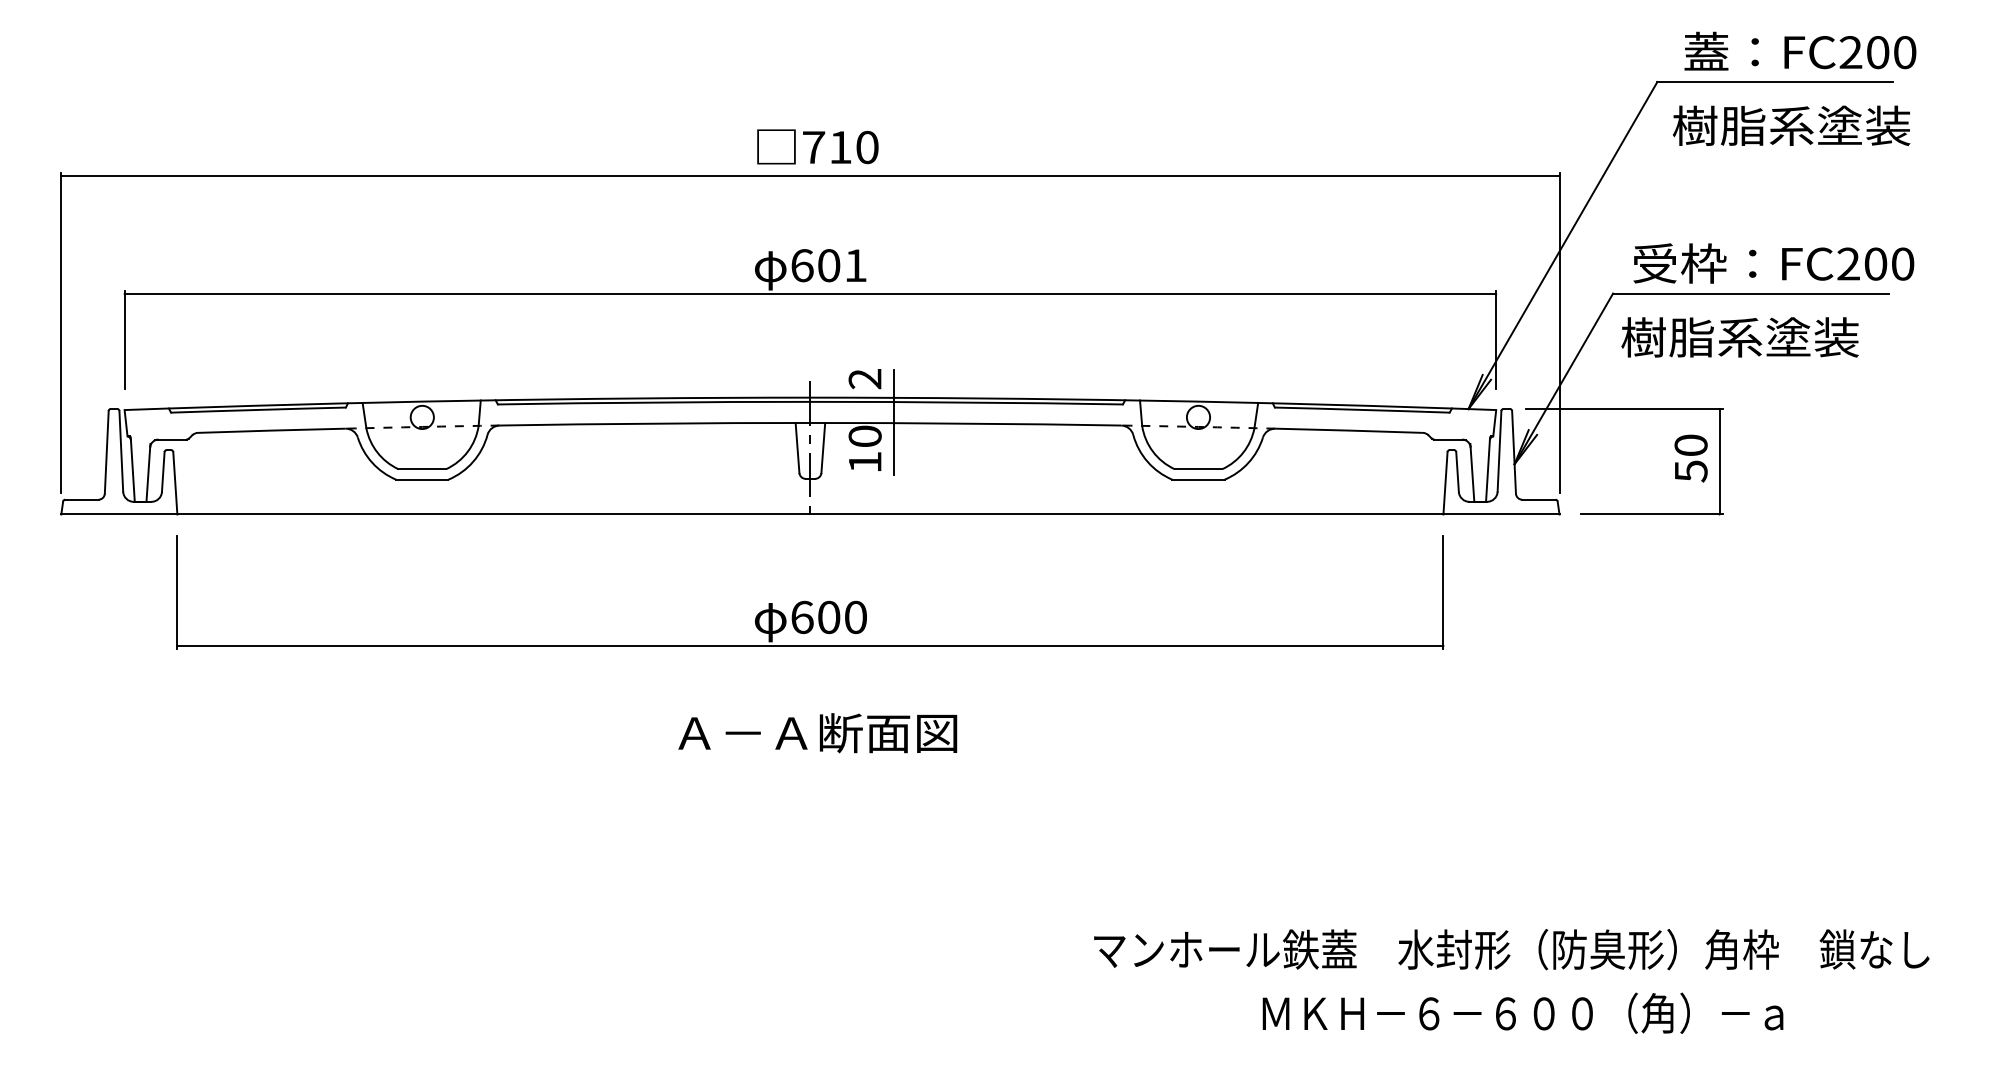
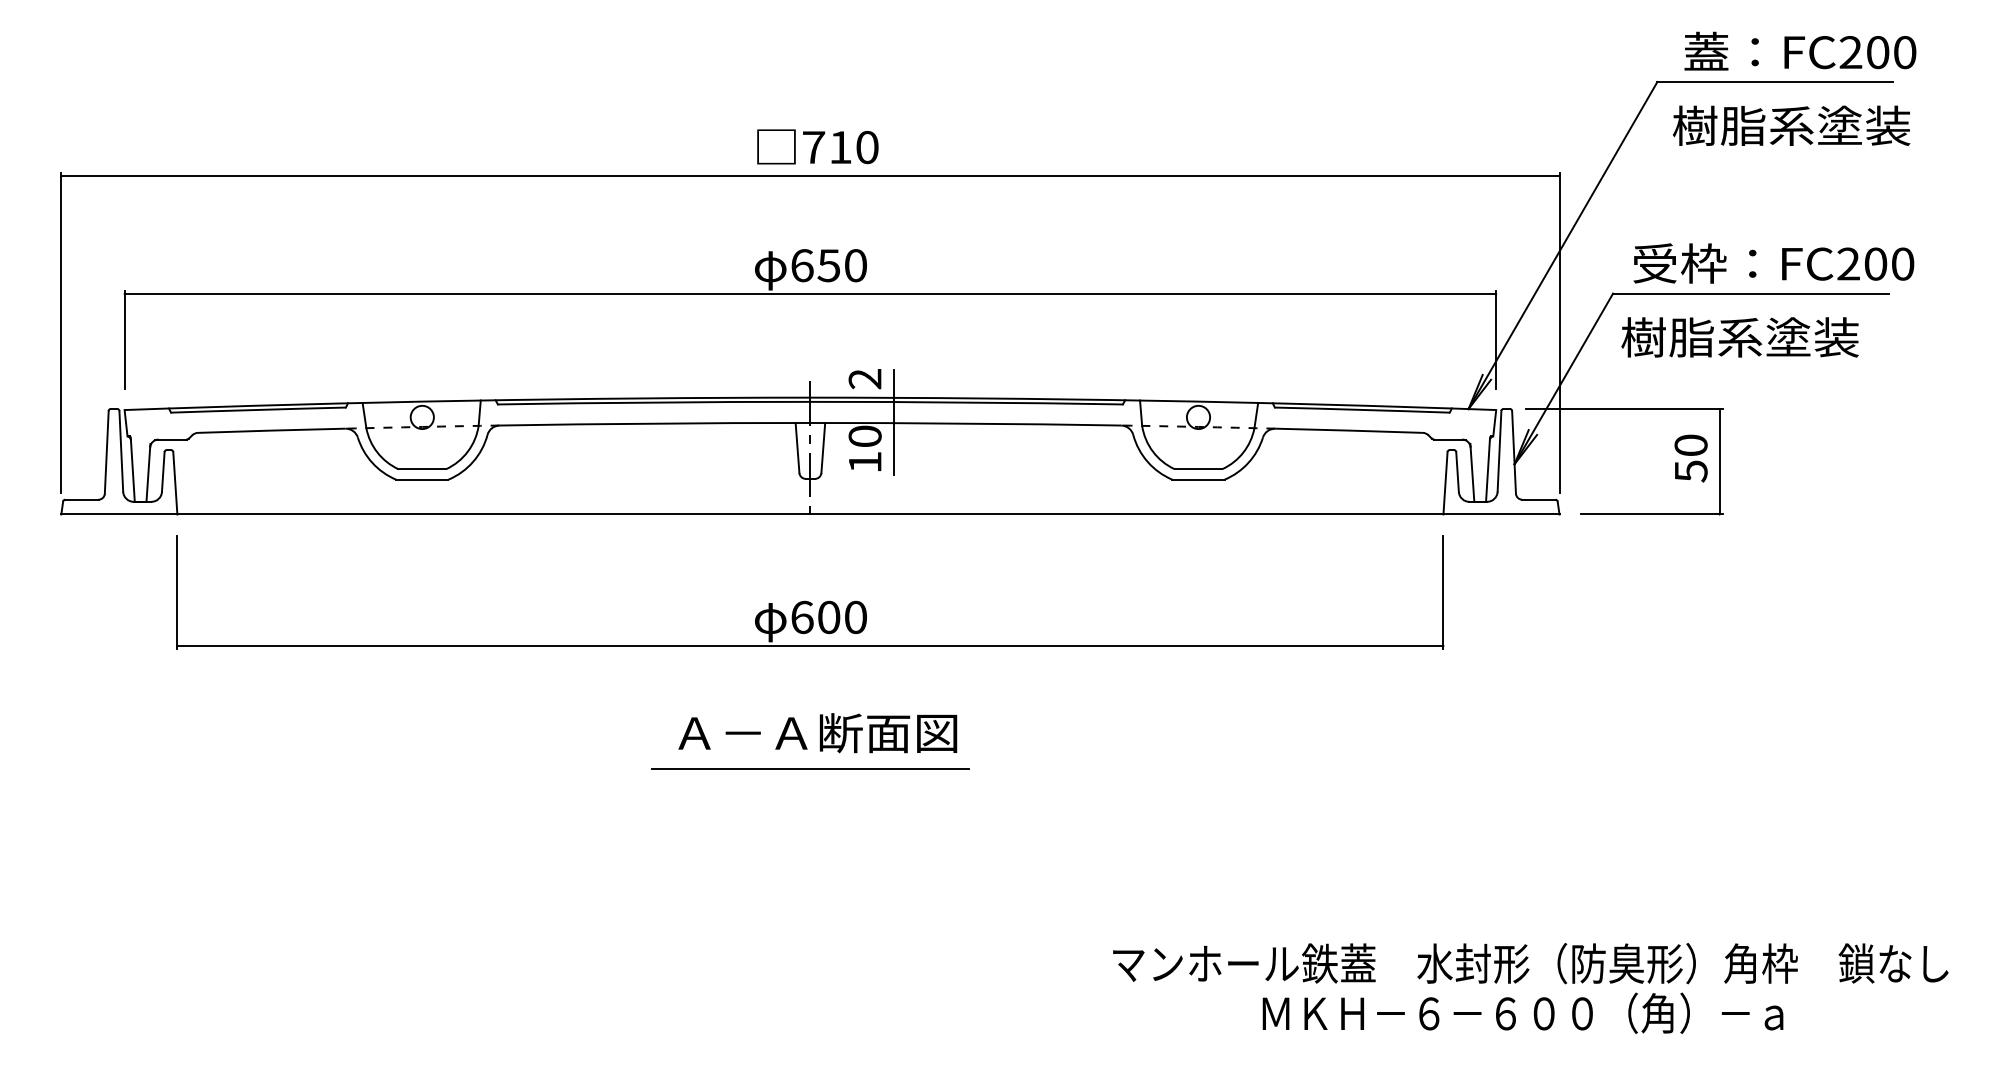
text at (841, 265): 601 -> 650
line at (810, 768): none -> present
text at (1511, 949) position: (1511, 949) -> (1530, 963)
